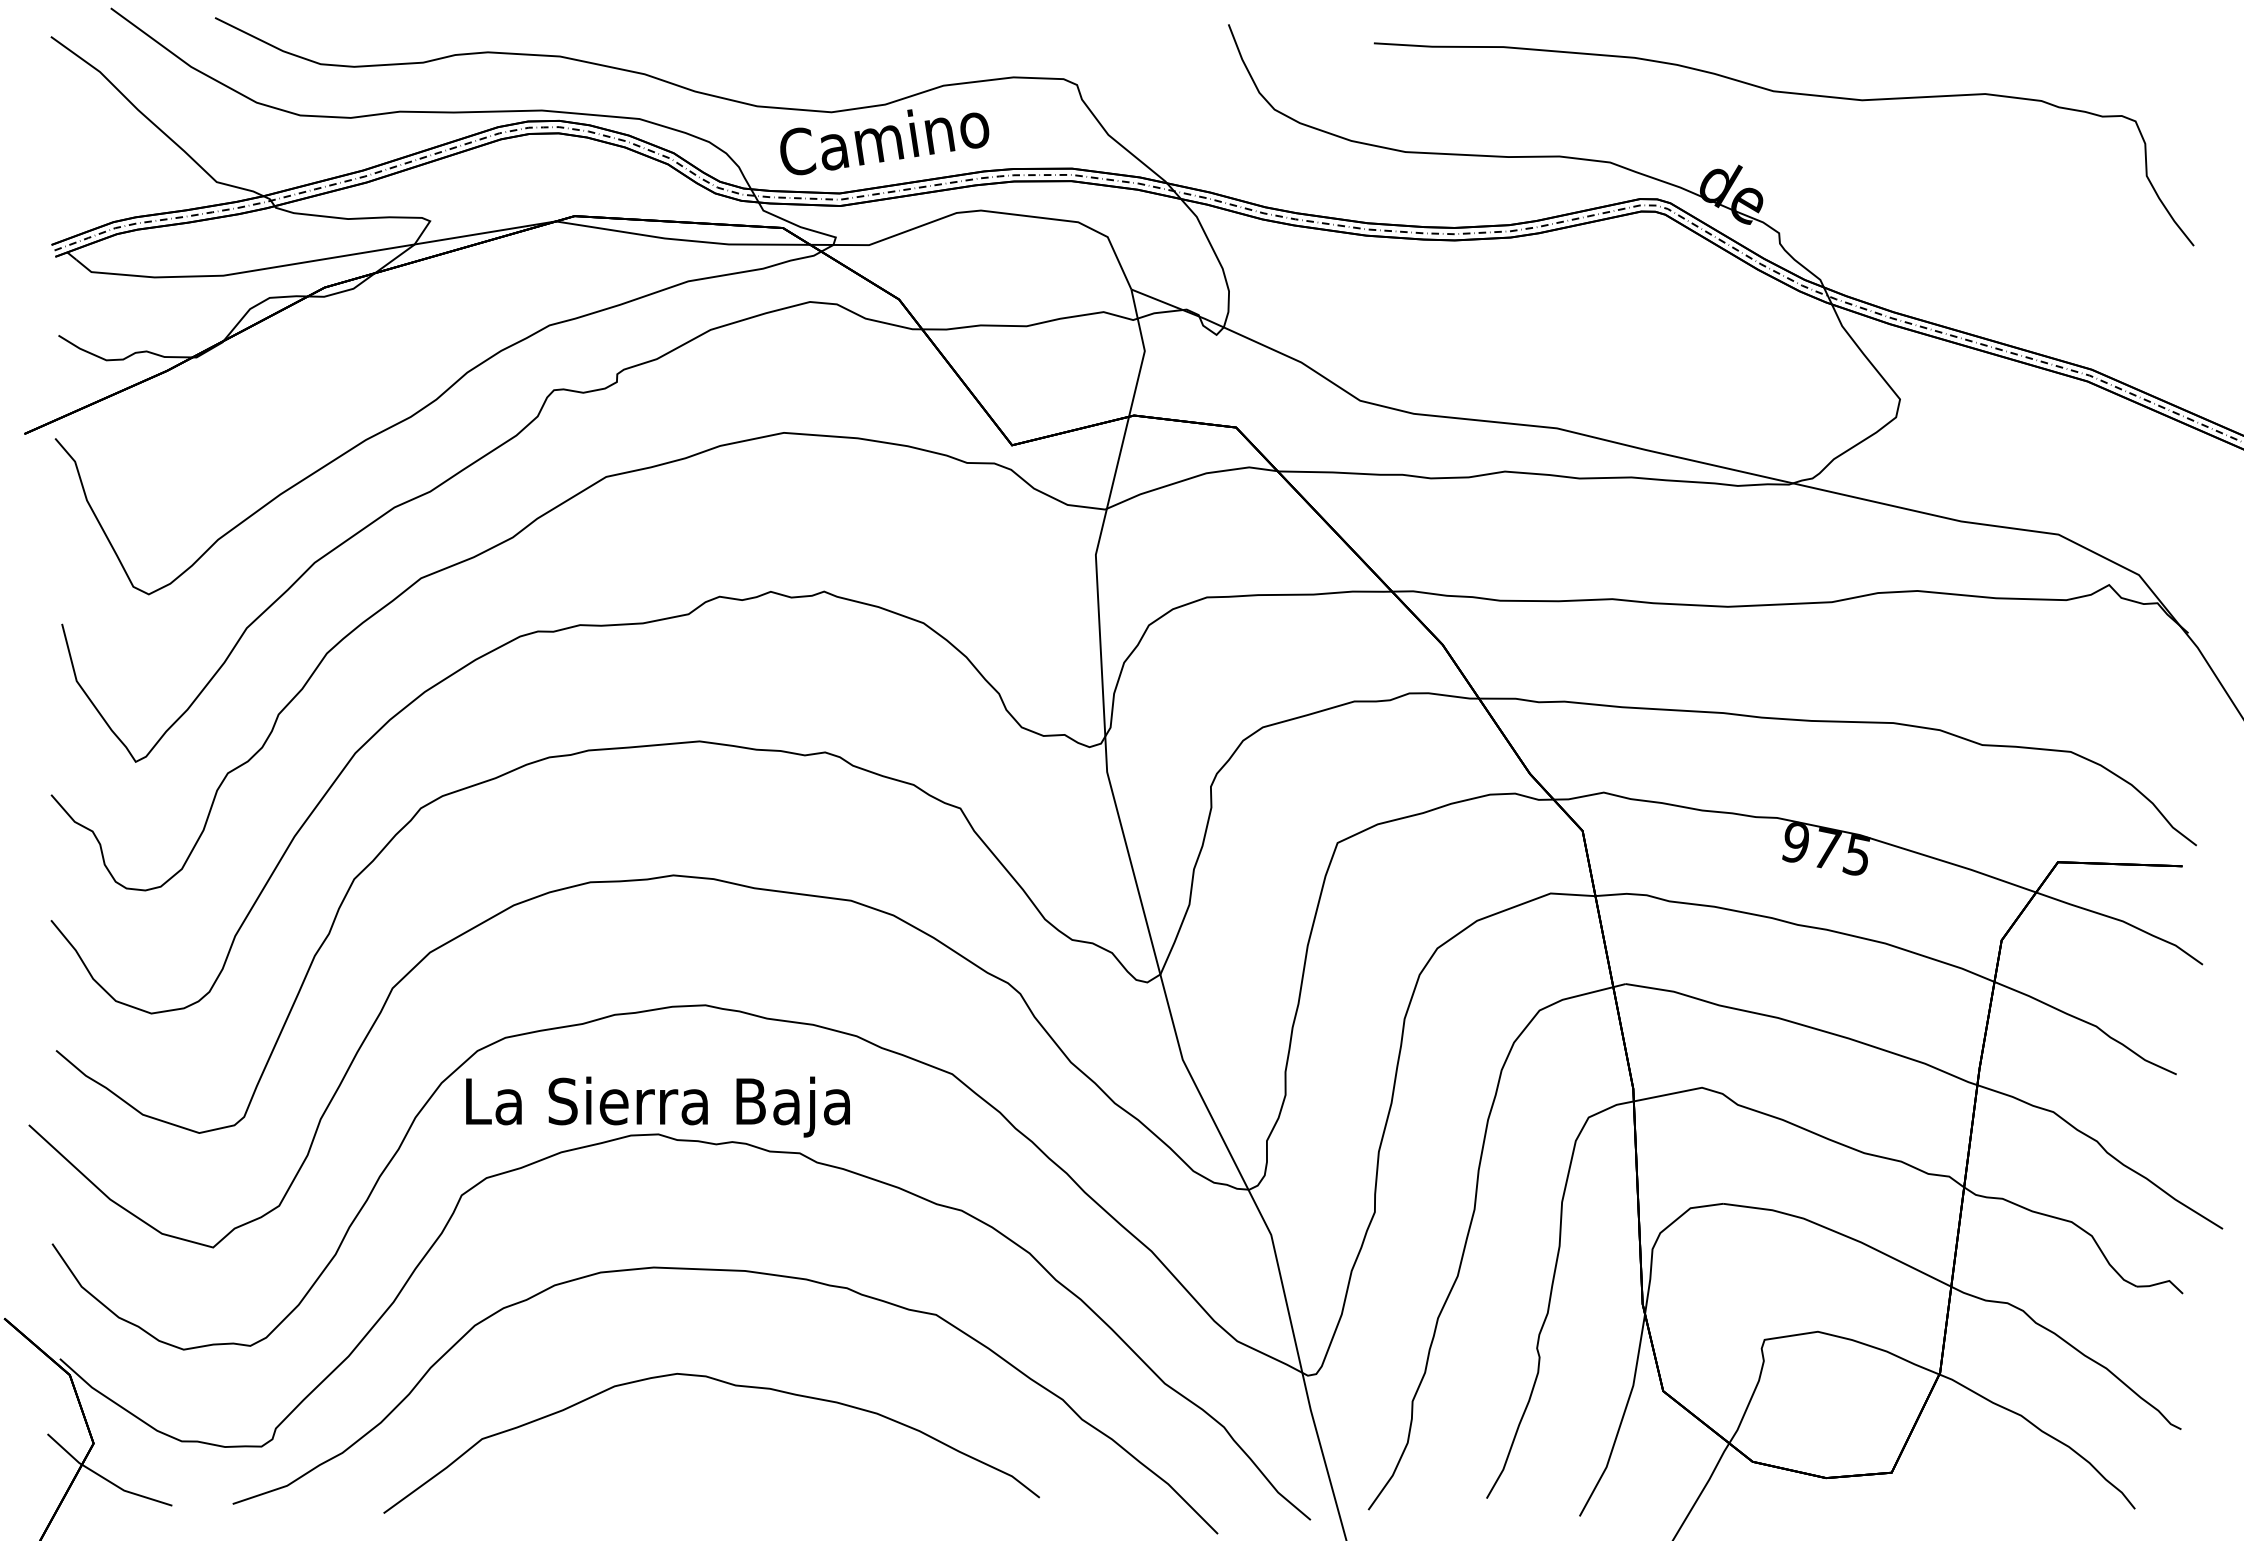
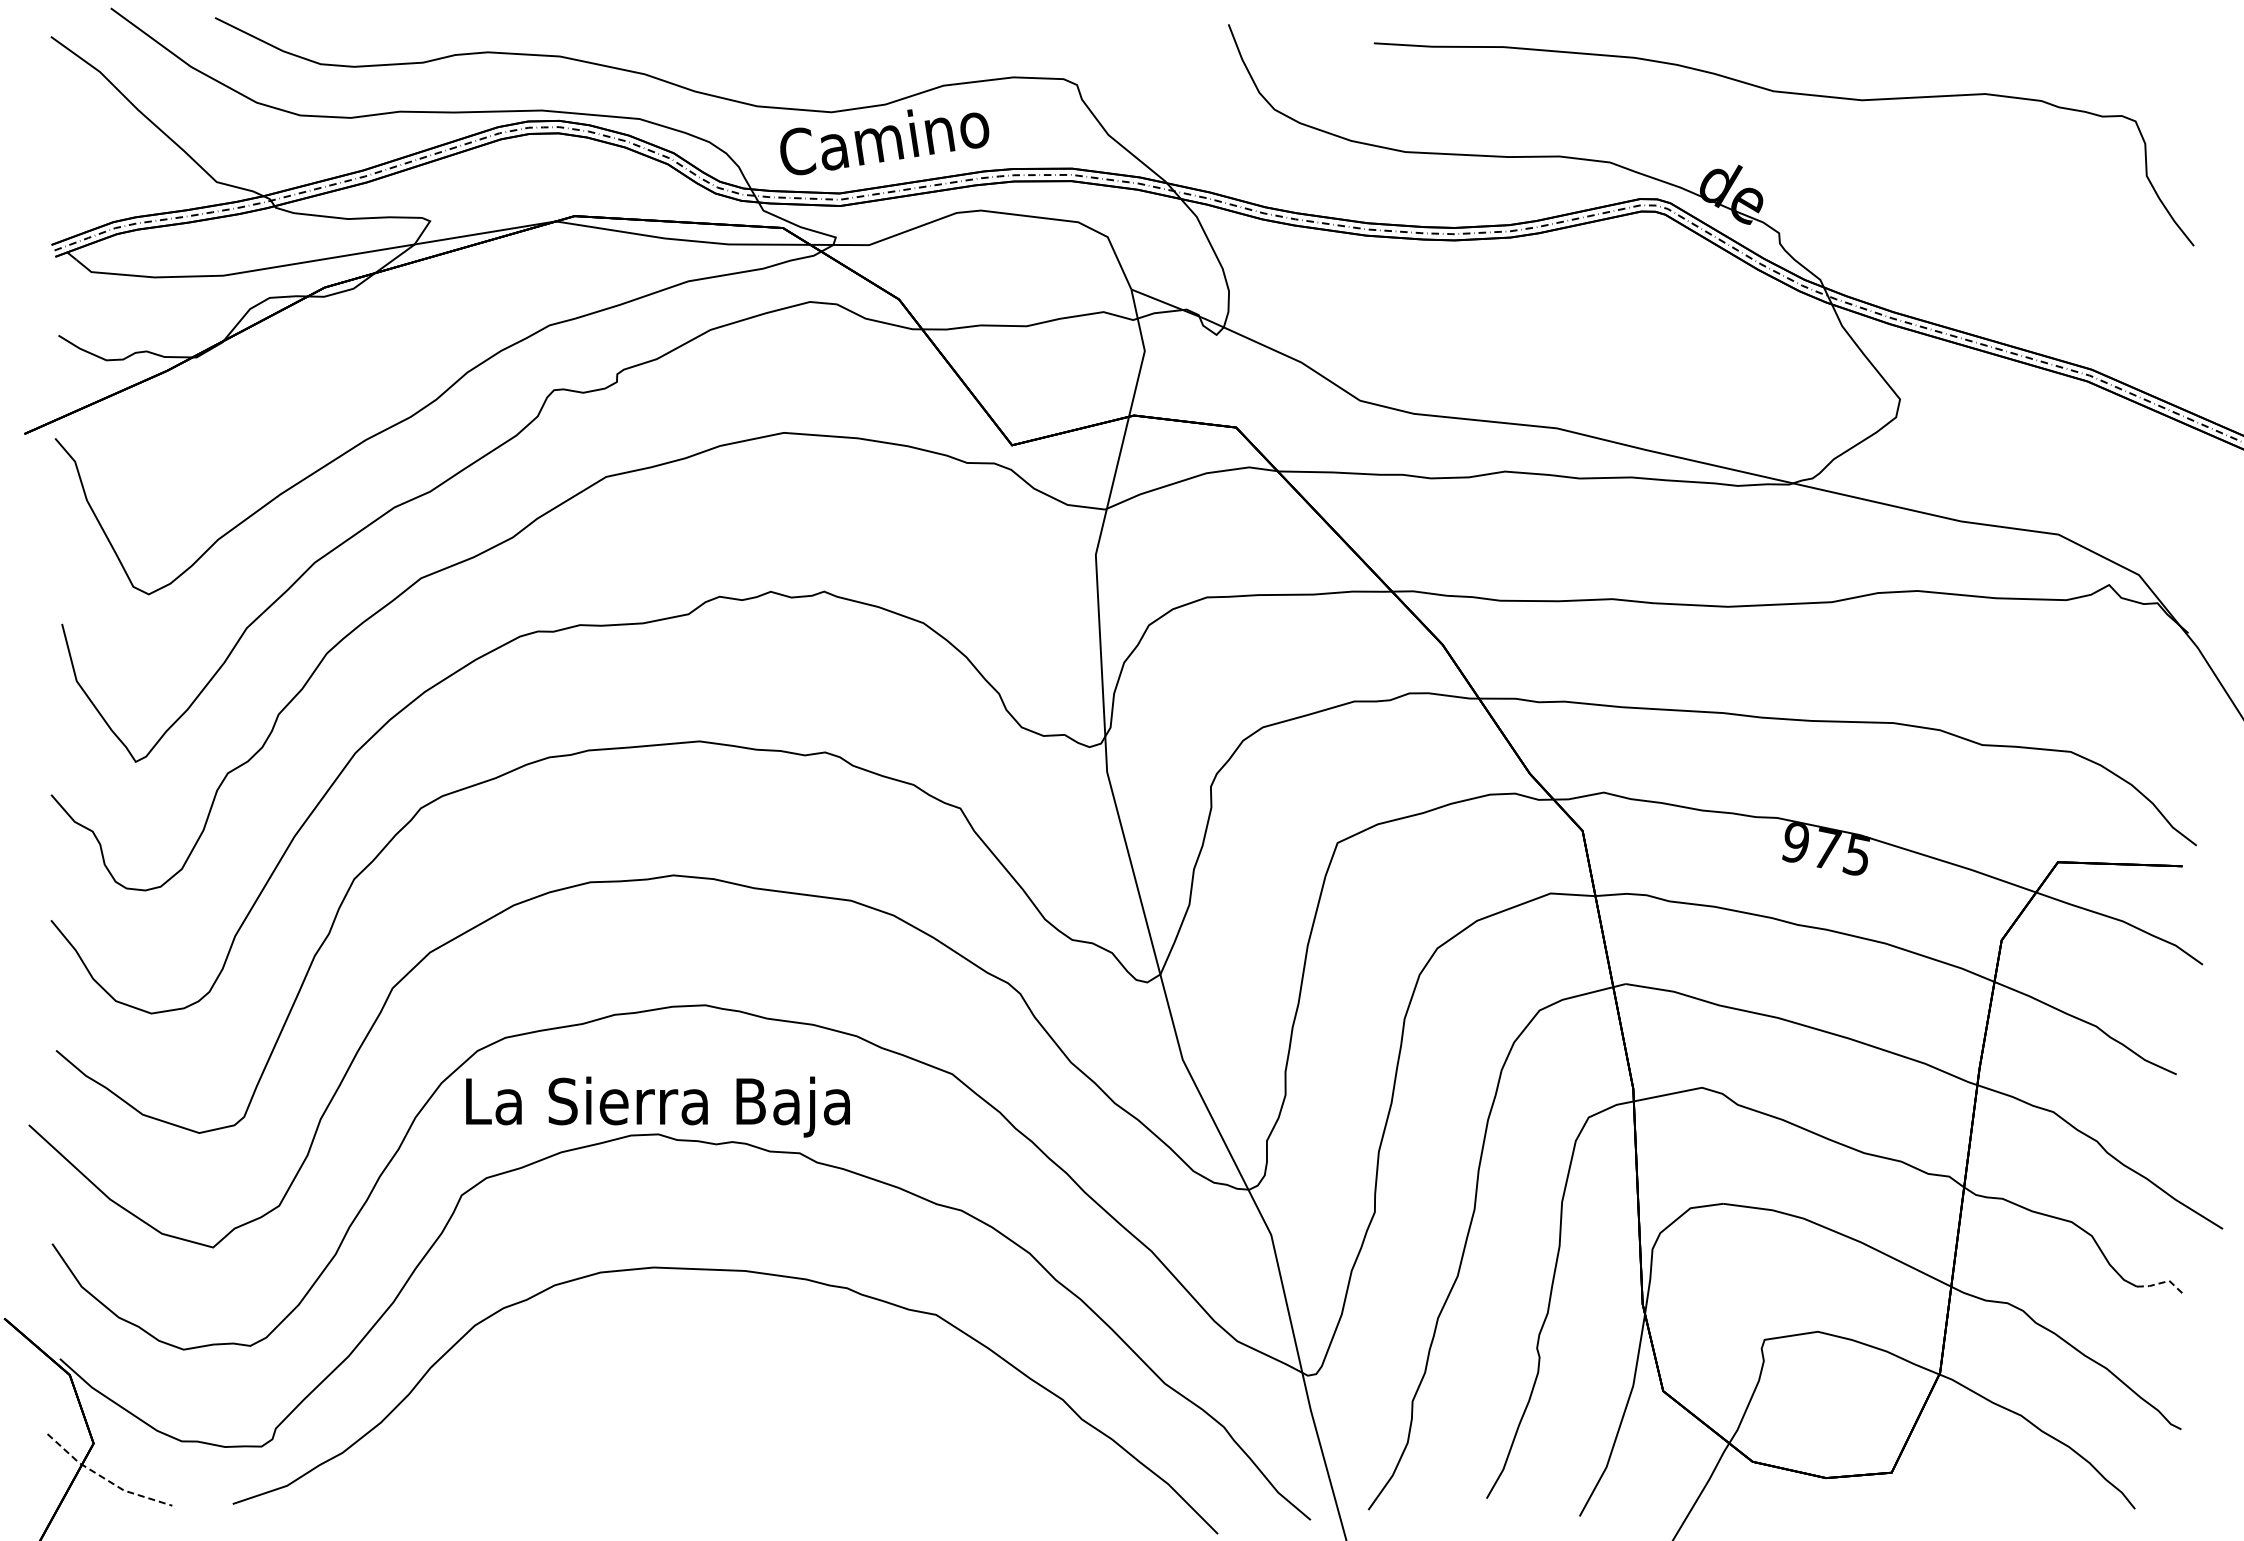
line at (2162, 1282): solid -> dashed
curve at (731, 1385): present -> none
line at (105, 1479): solid -> dashed
